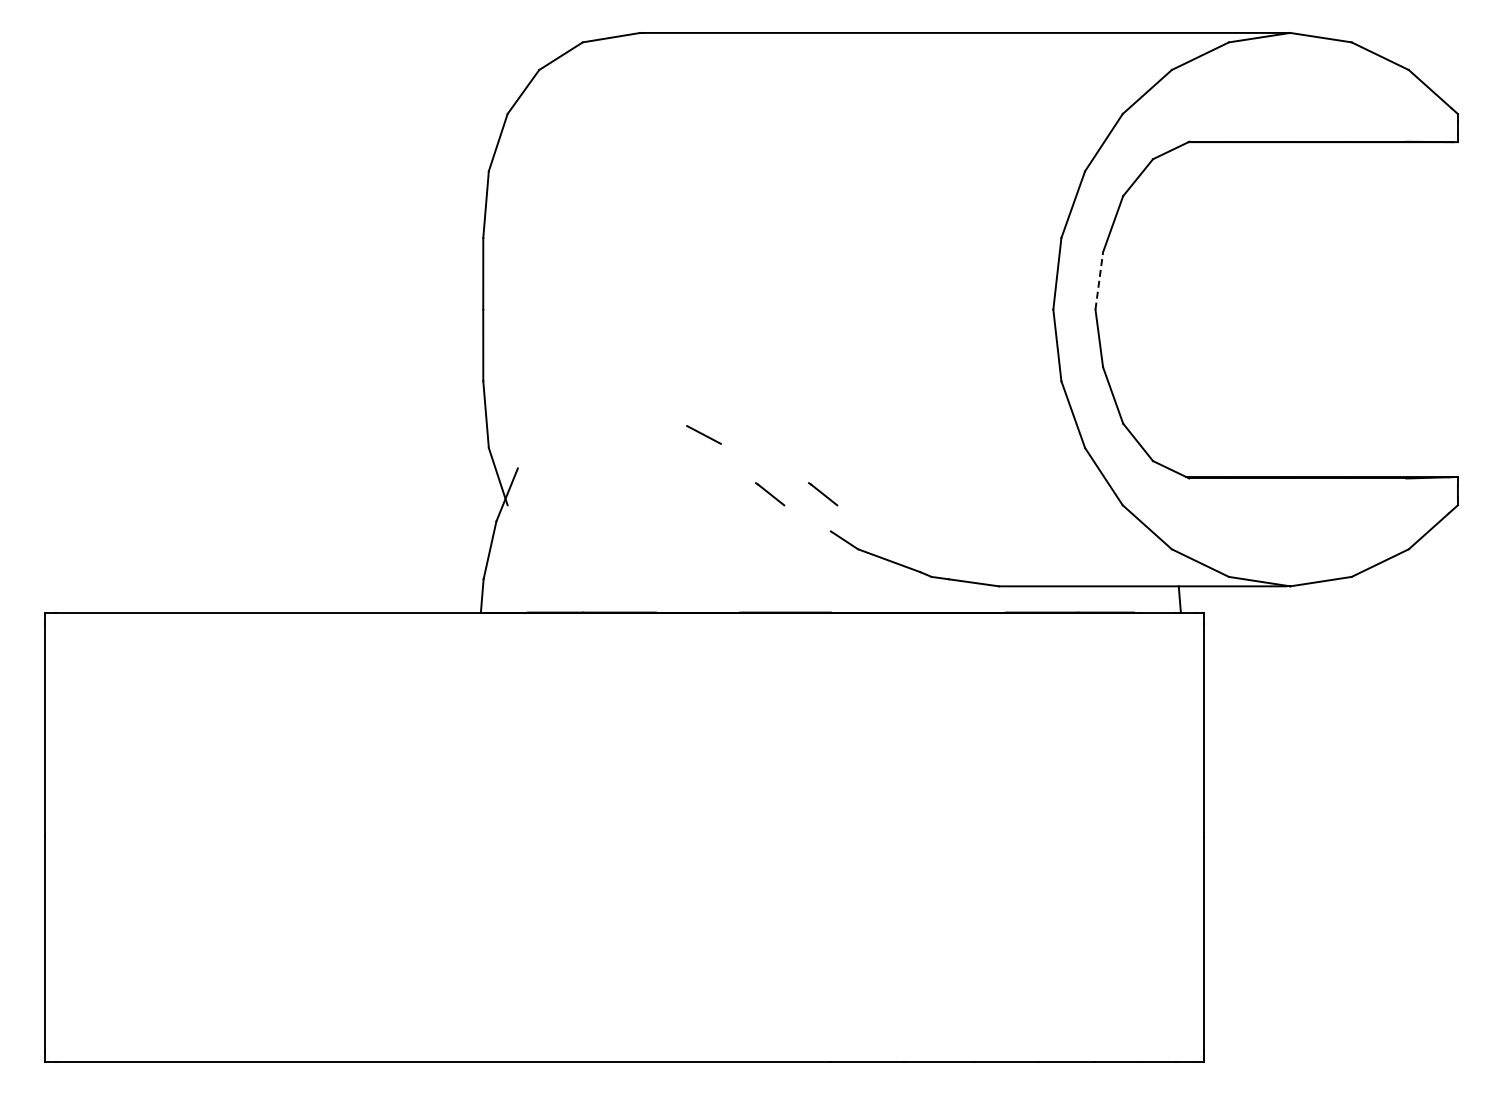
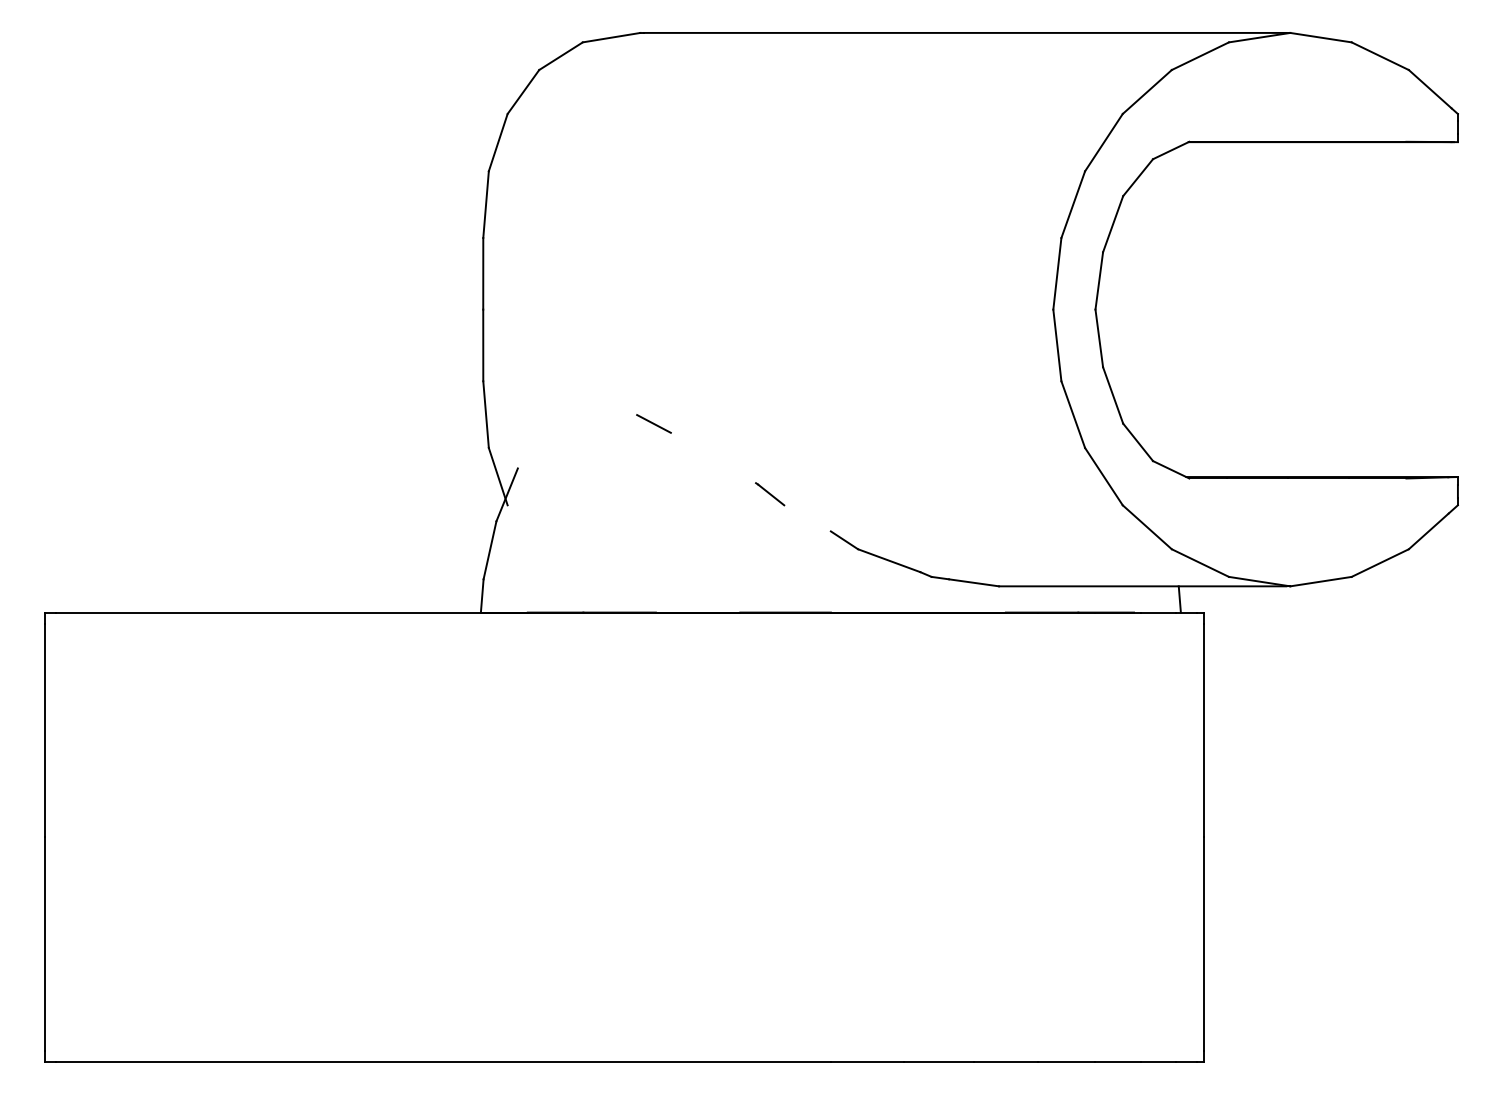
line at (1099, 280): dashed -> solid
line at (703, 434) position: (703, 434) -> (653, 423)
line at (823, 494): present -> none
